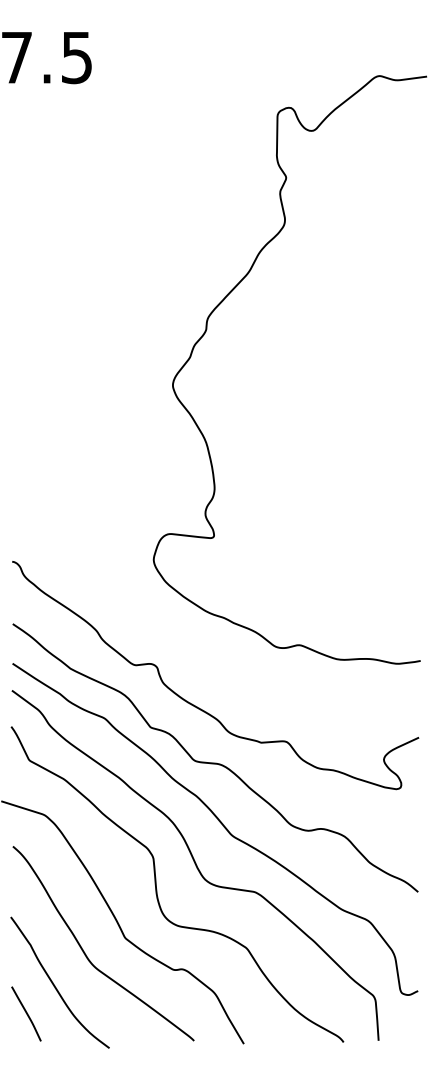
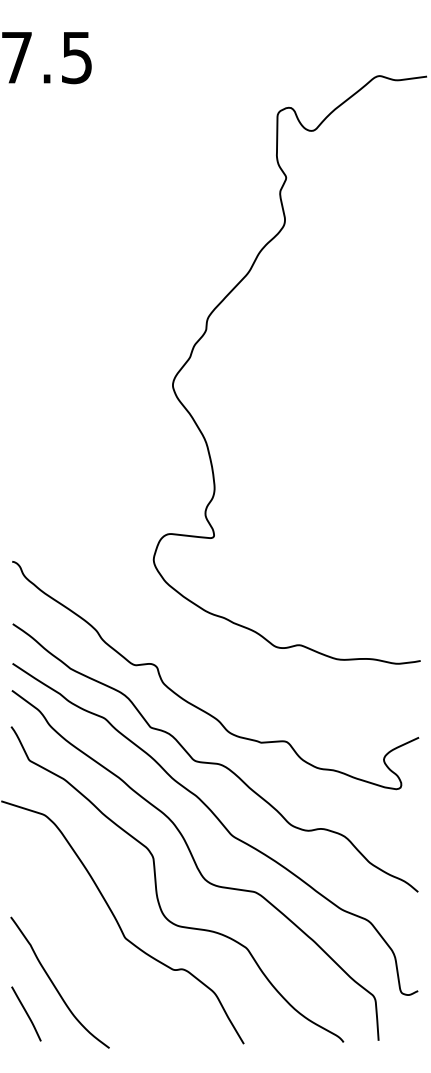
curve at (85, 952): present -> none
